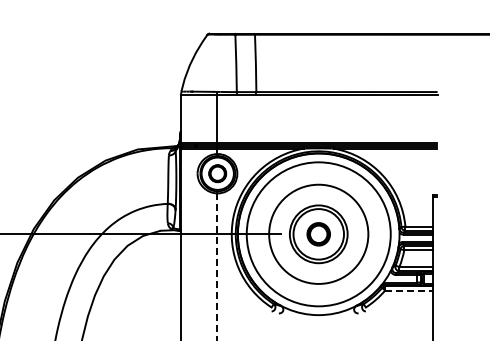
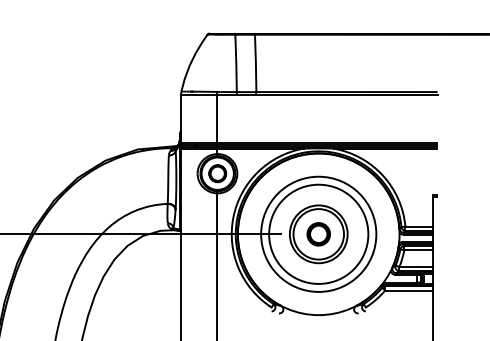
circle at (318, 234) diameter: 144 px -> 115 px
line at (217, 266): dashed -> solid
line at (409, 290): dashed -> solid
